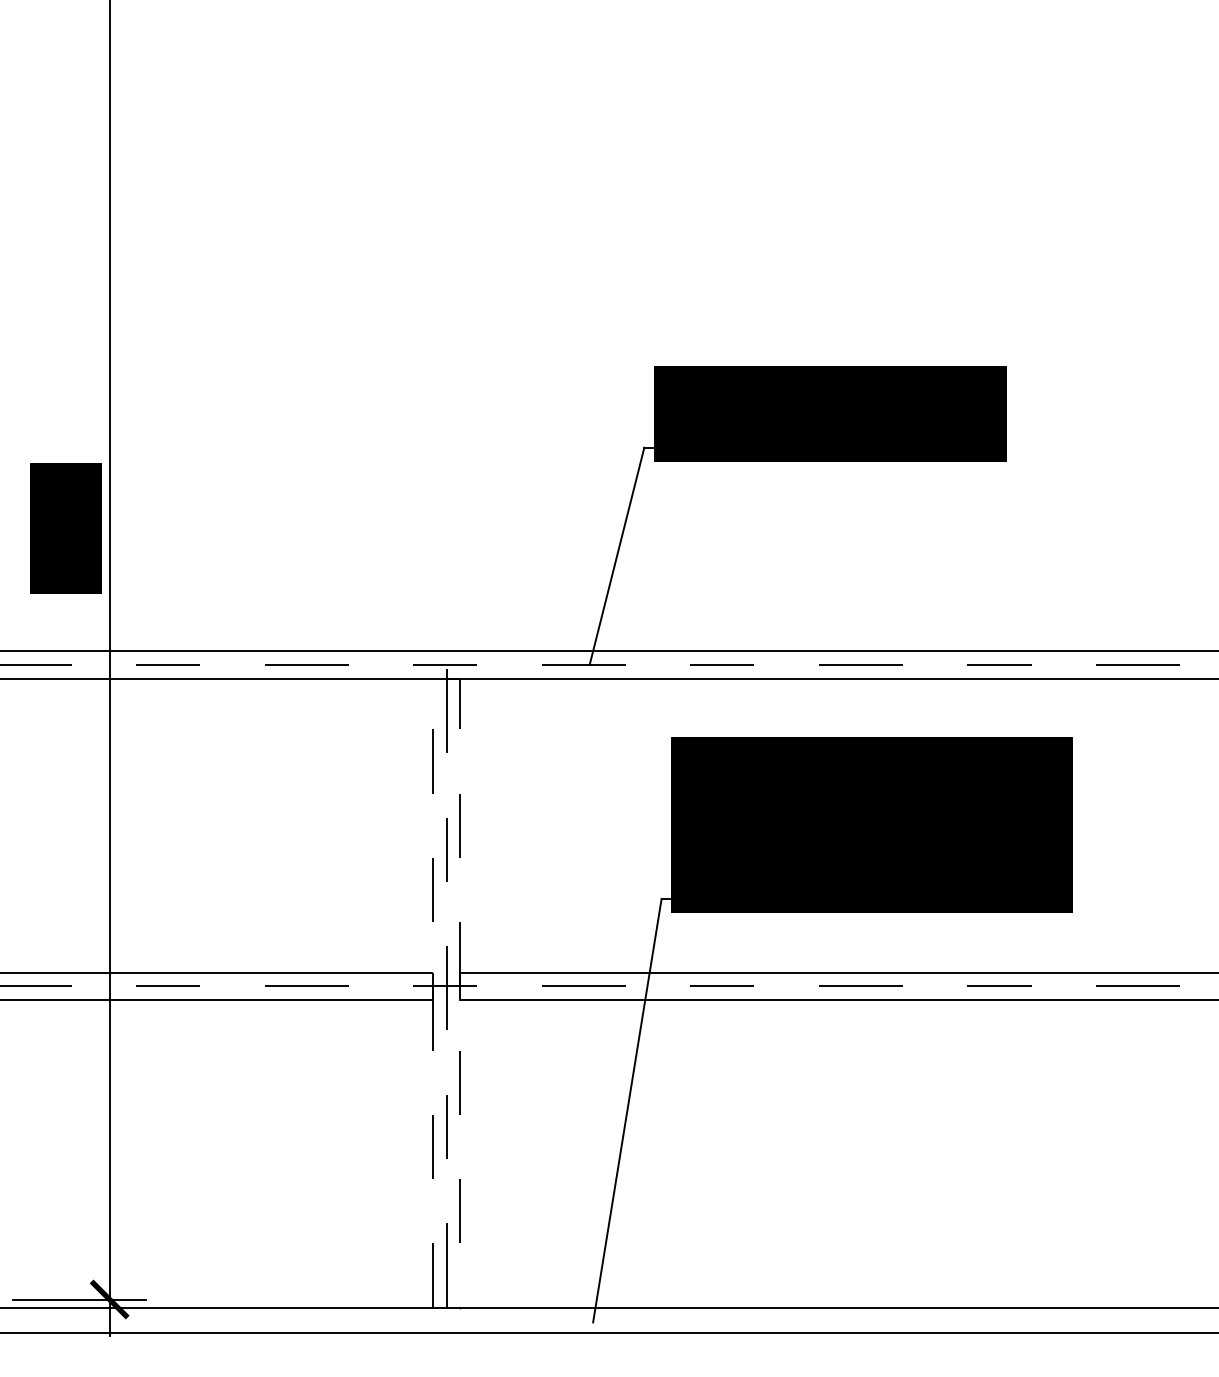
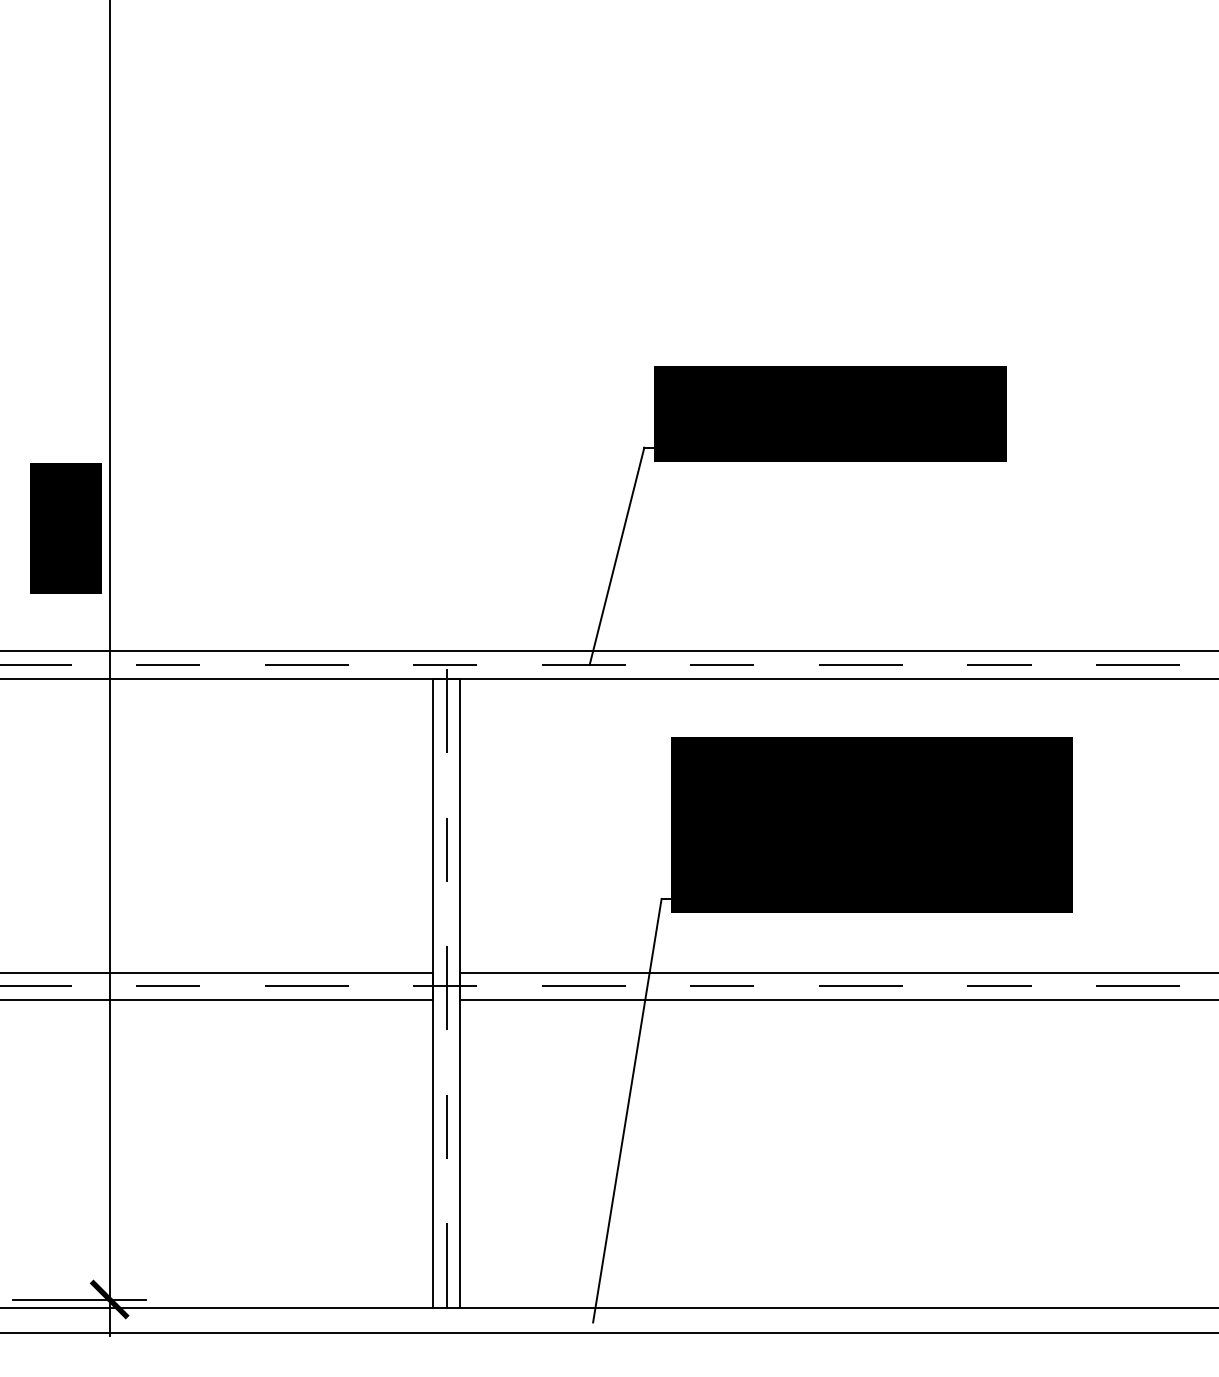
line at (446, 678): dashed -> solid
